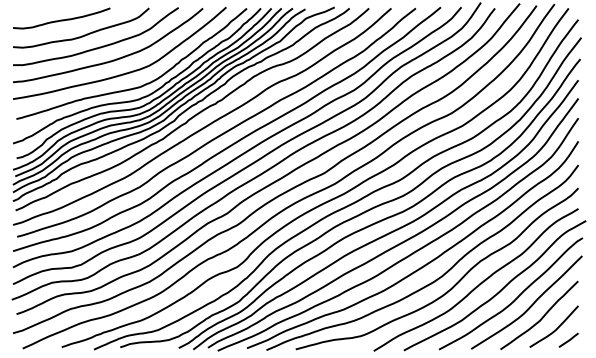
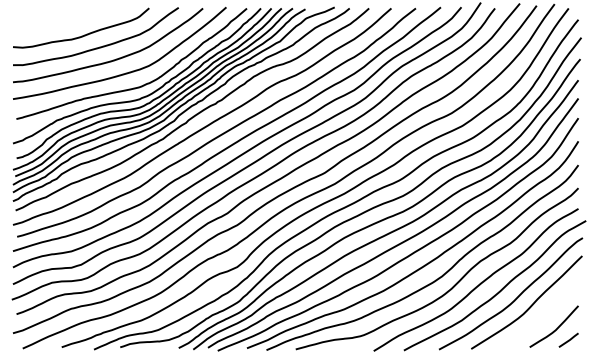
curve at (61, 19): present -> none
curve at (542, 316): present -> none
